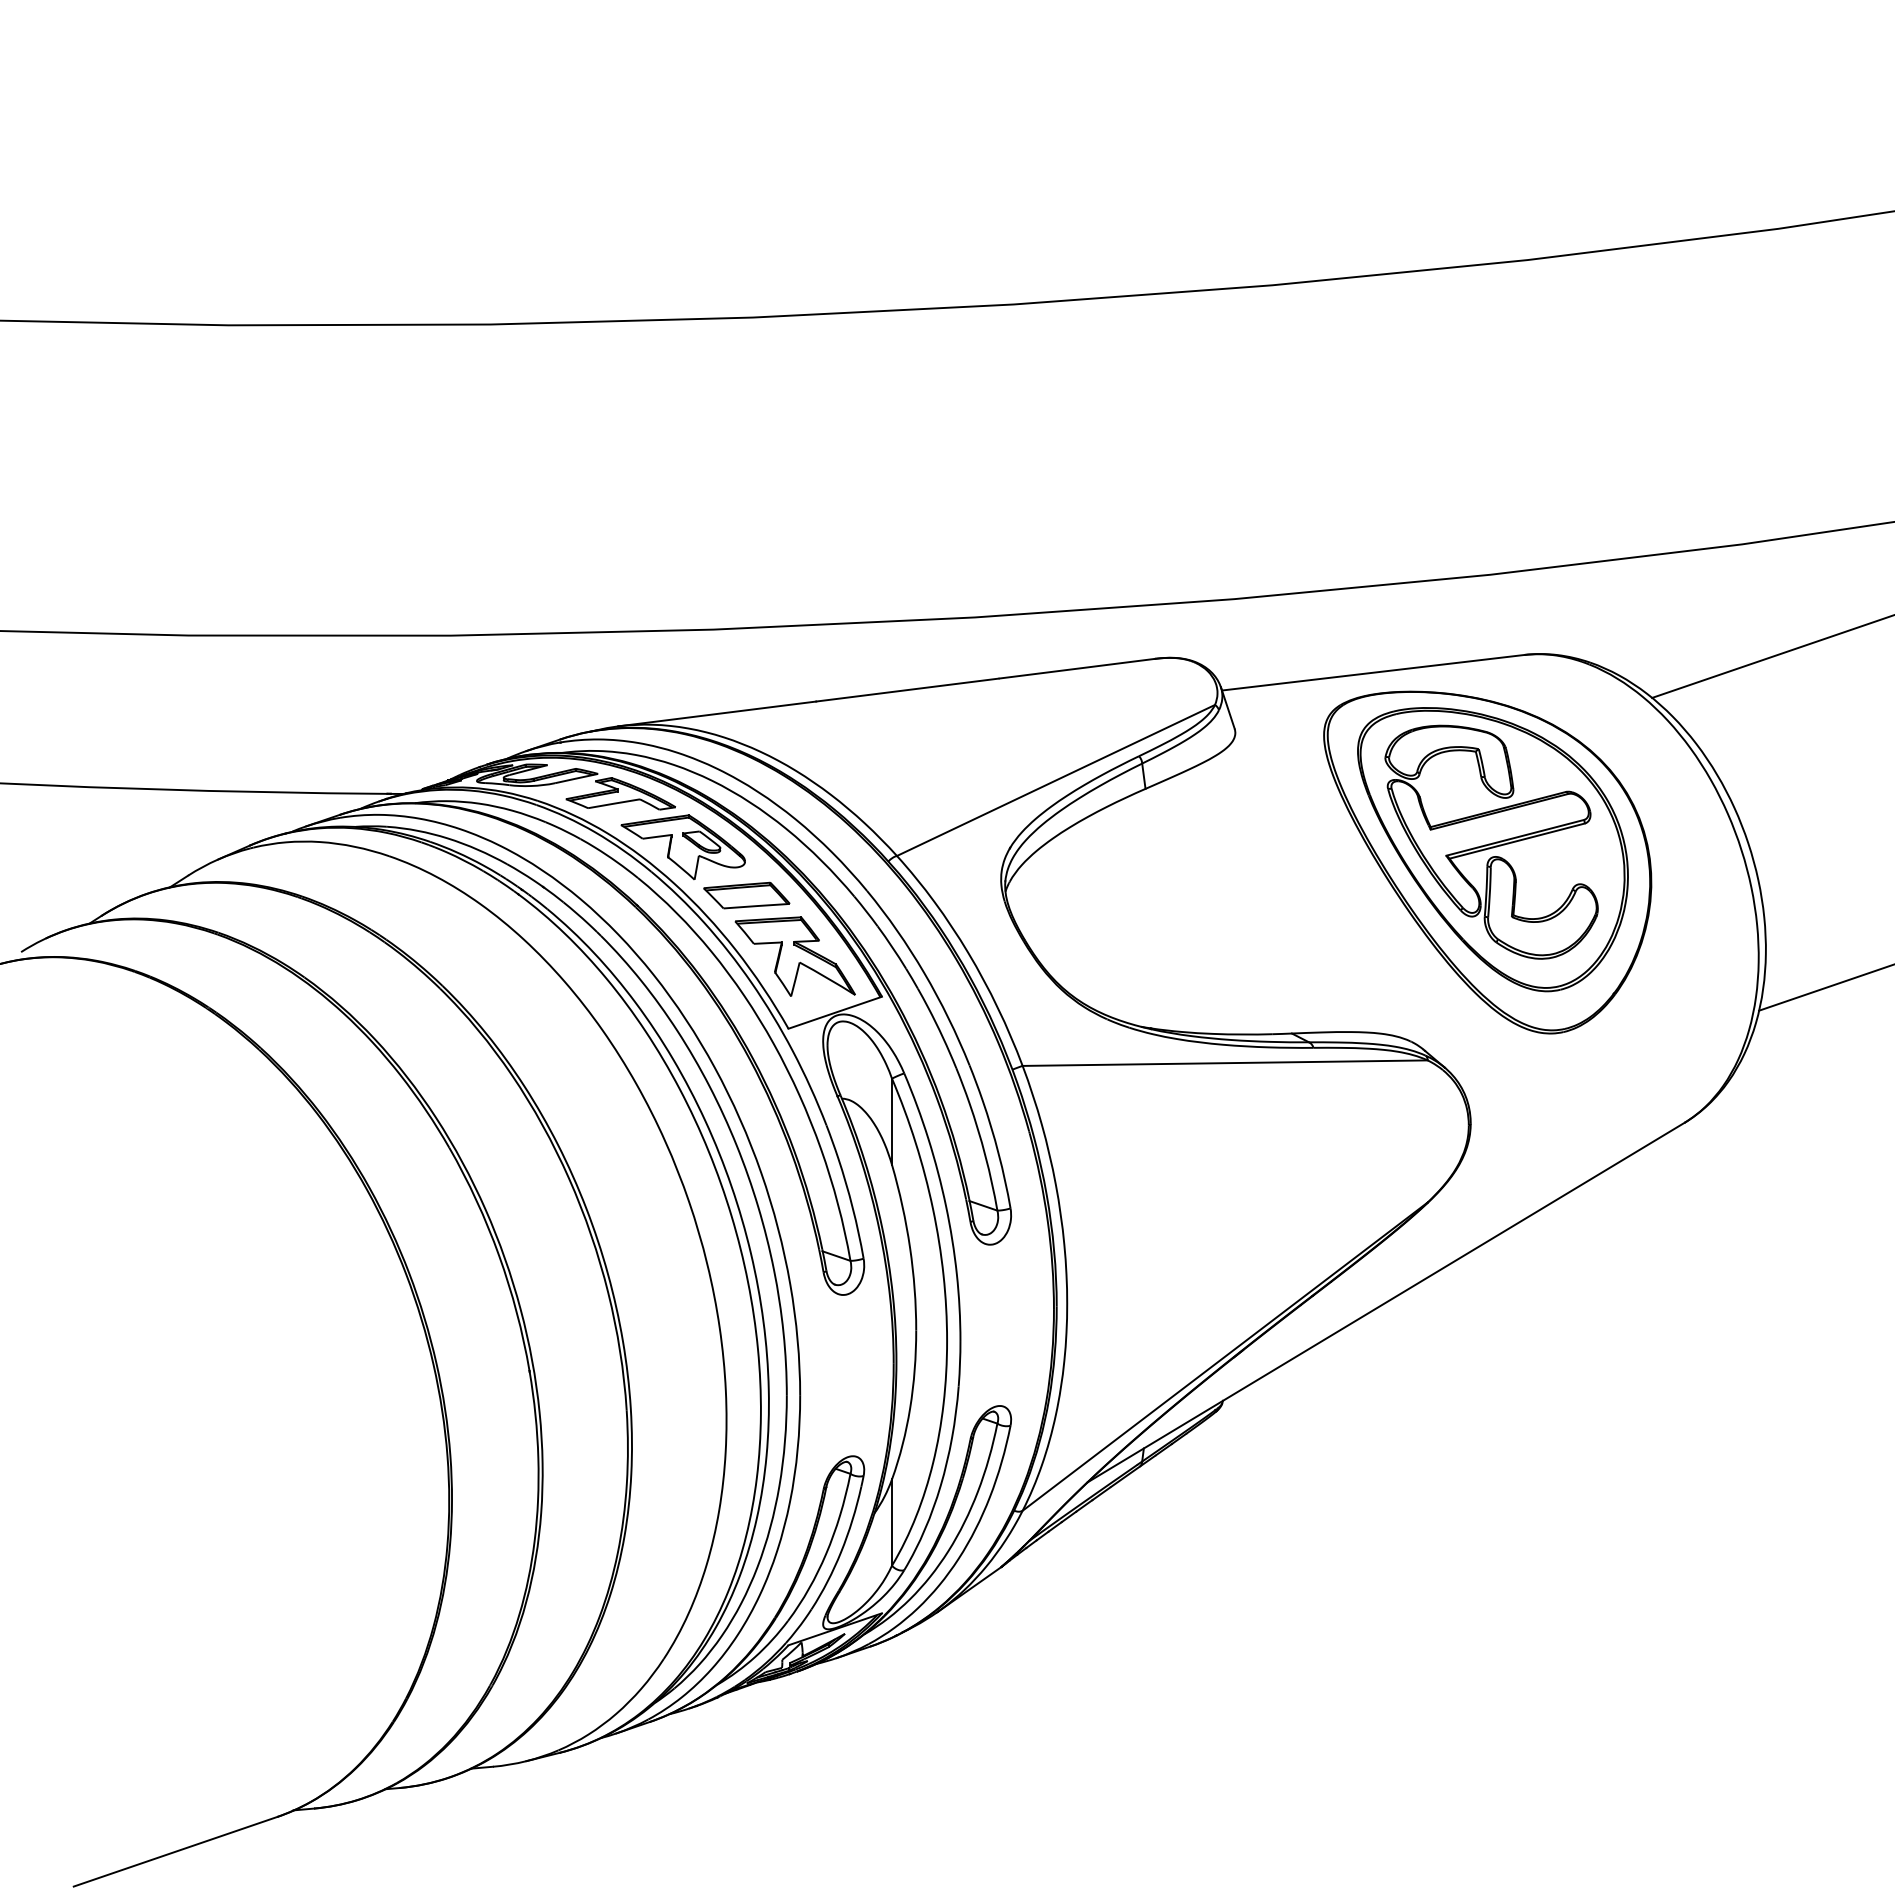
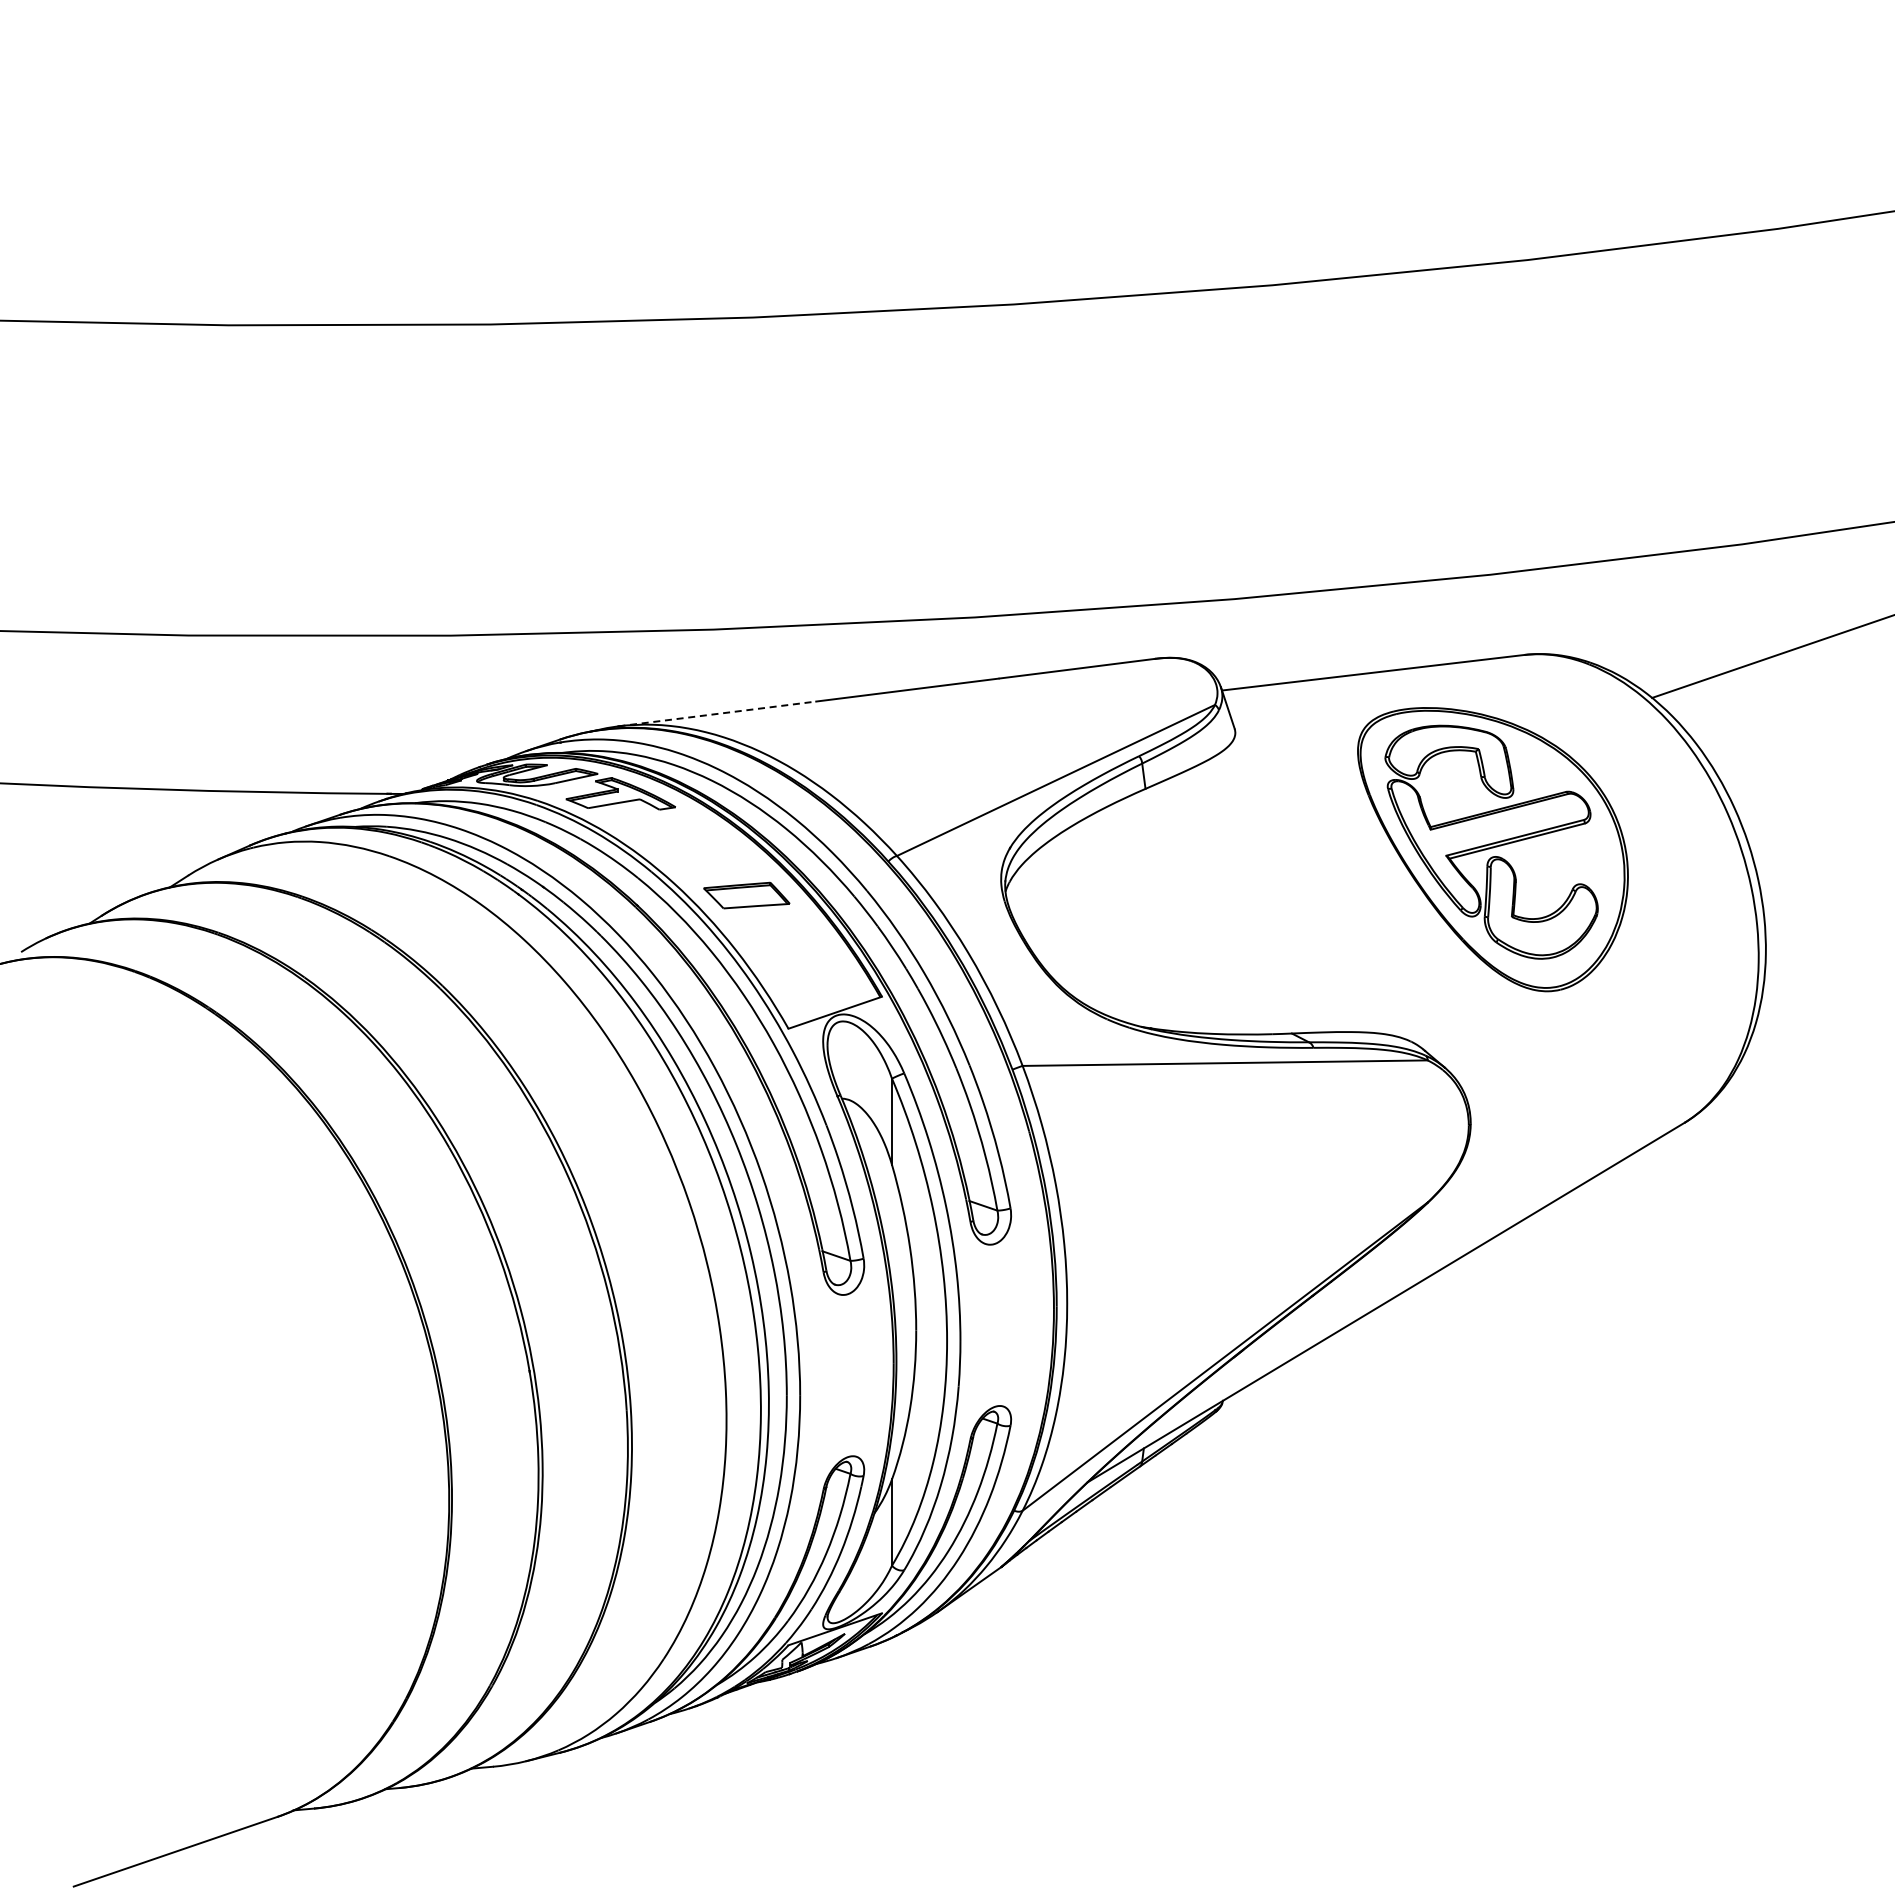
line at (717, 713): solid -> dashed
part at (682, 847): present -> none
part at (1487, 862): present -> none
part at (794, 956): present -> none
line at (1825, 987): present -> none
